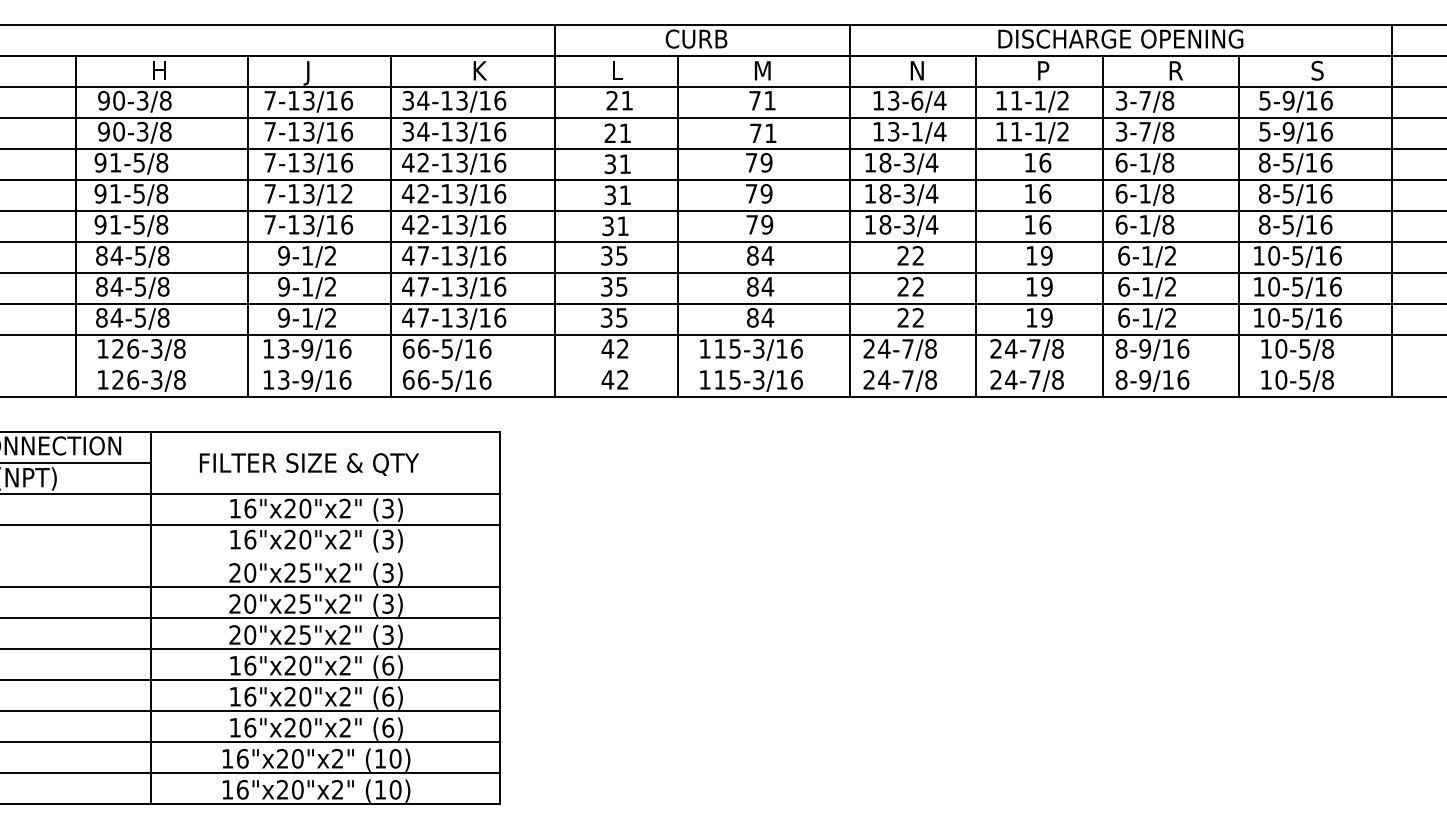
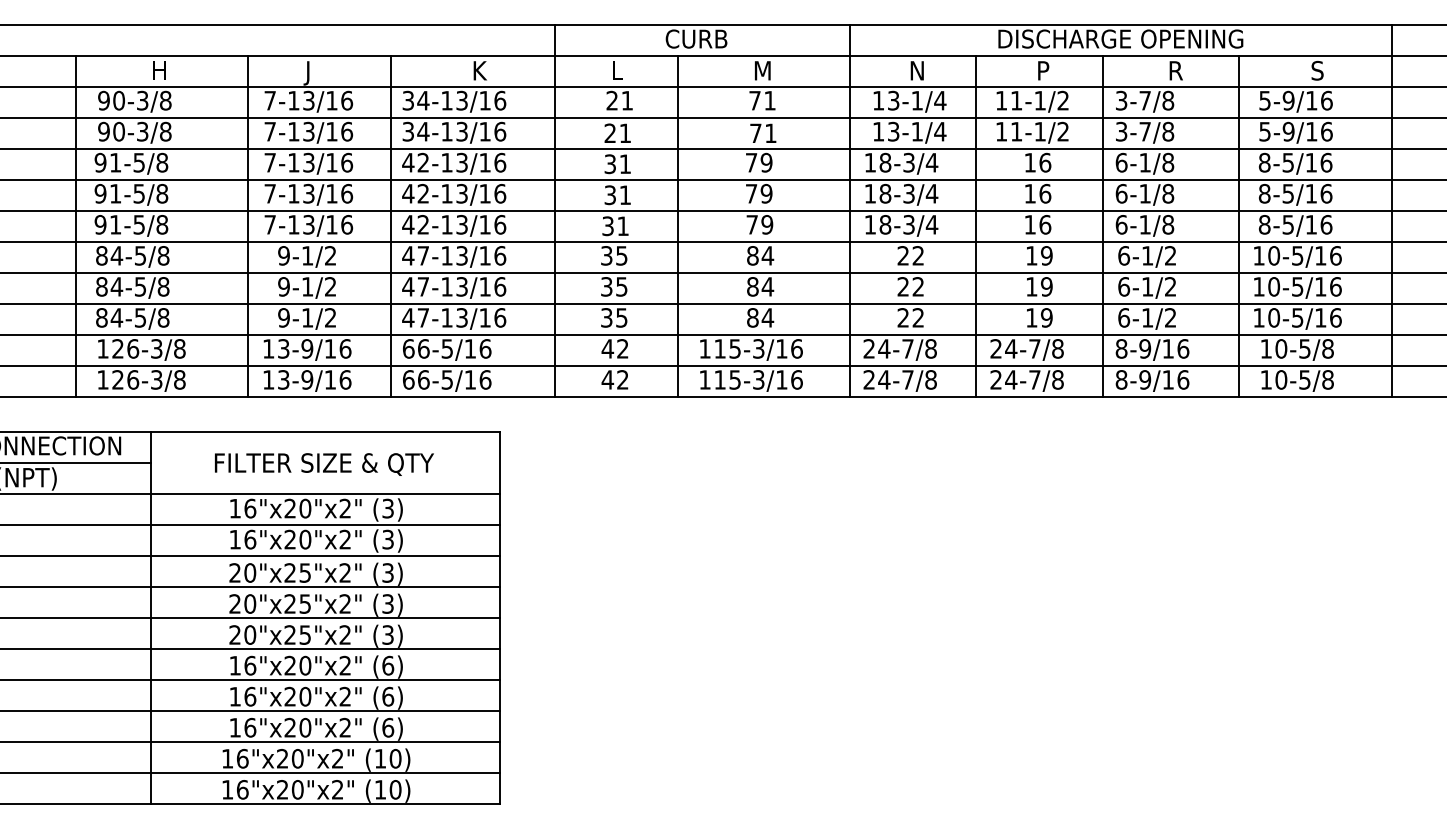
text at (917, 100): 13-6/4 -> 13-1/4
text at (347, 193): 7-13/12 -> 7-13/16
line at (722, 366): none -> present
text at (309, 464) position: (309, 464) -> (324, 464)
line at (250, 555): none -> present
